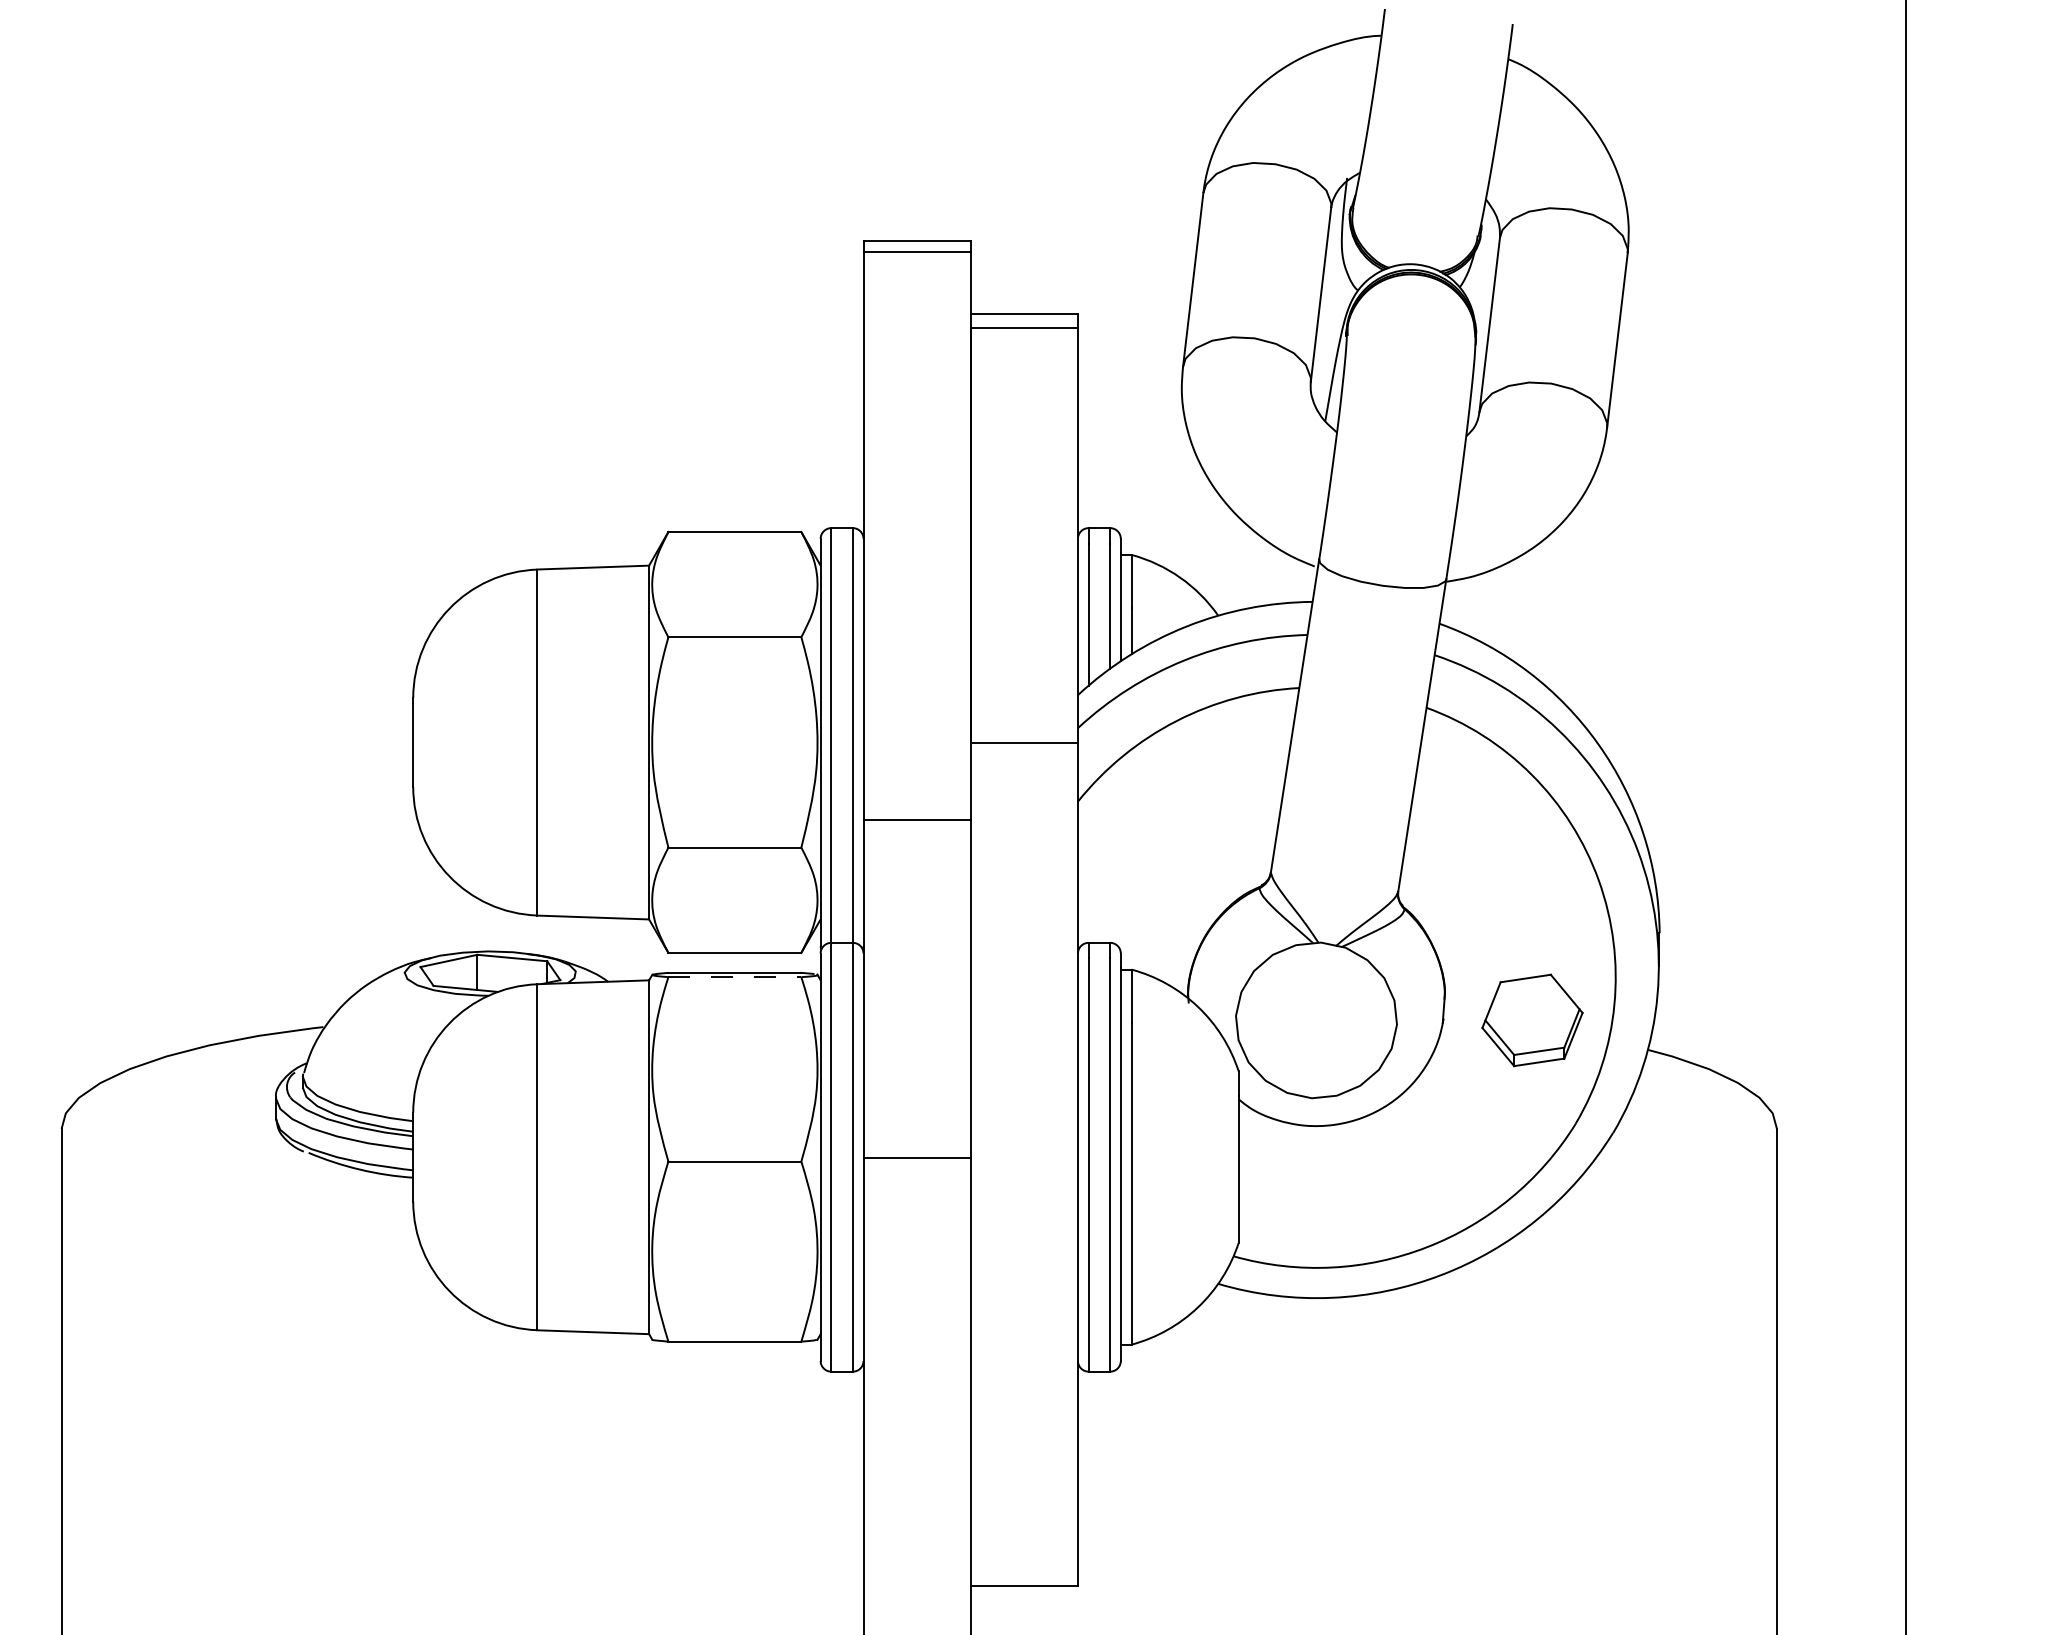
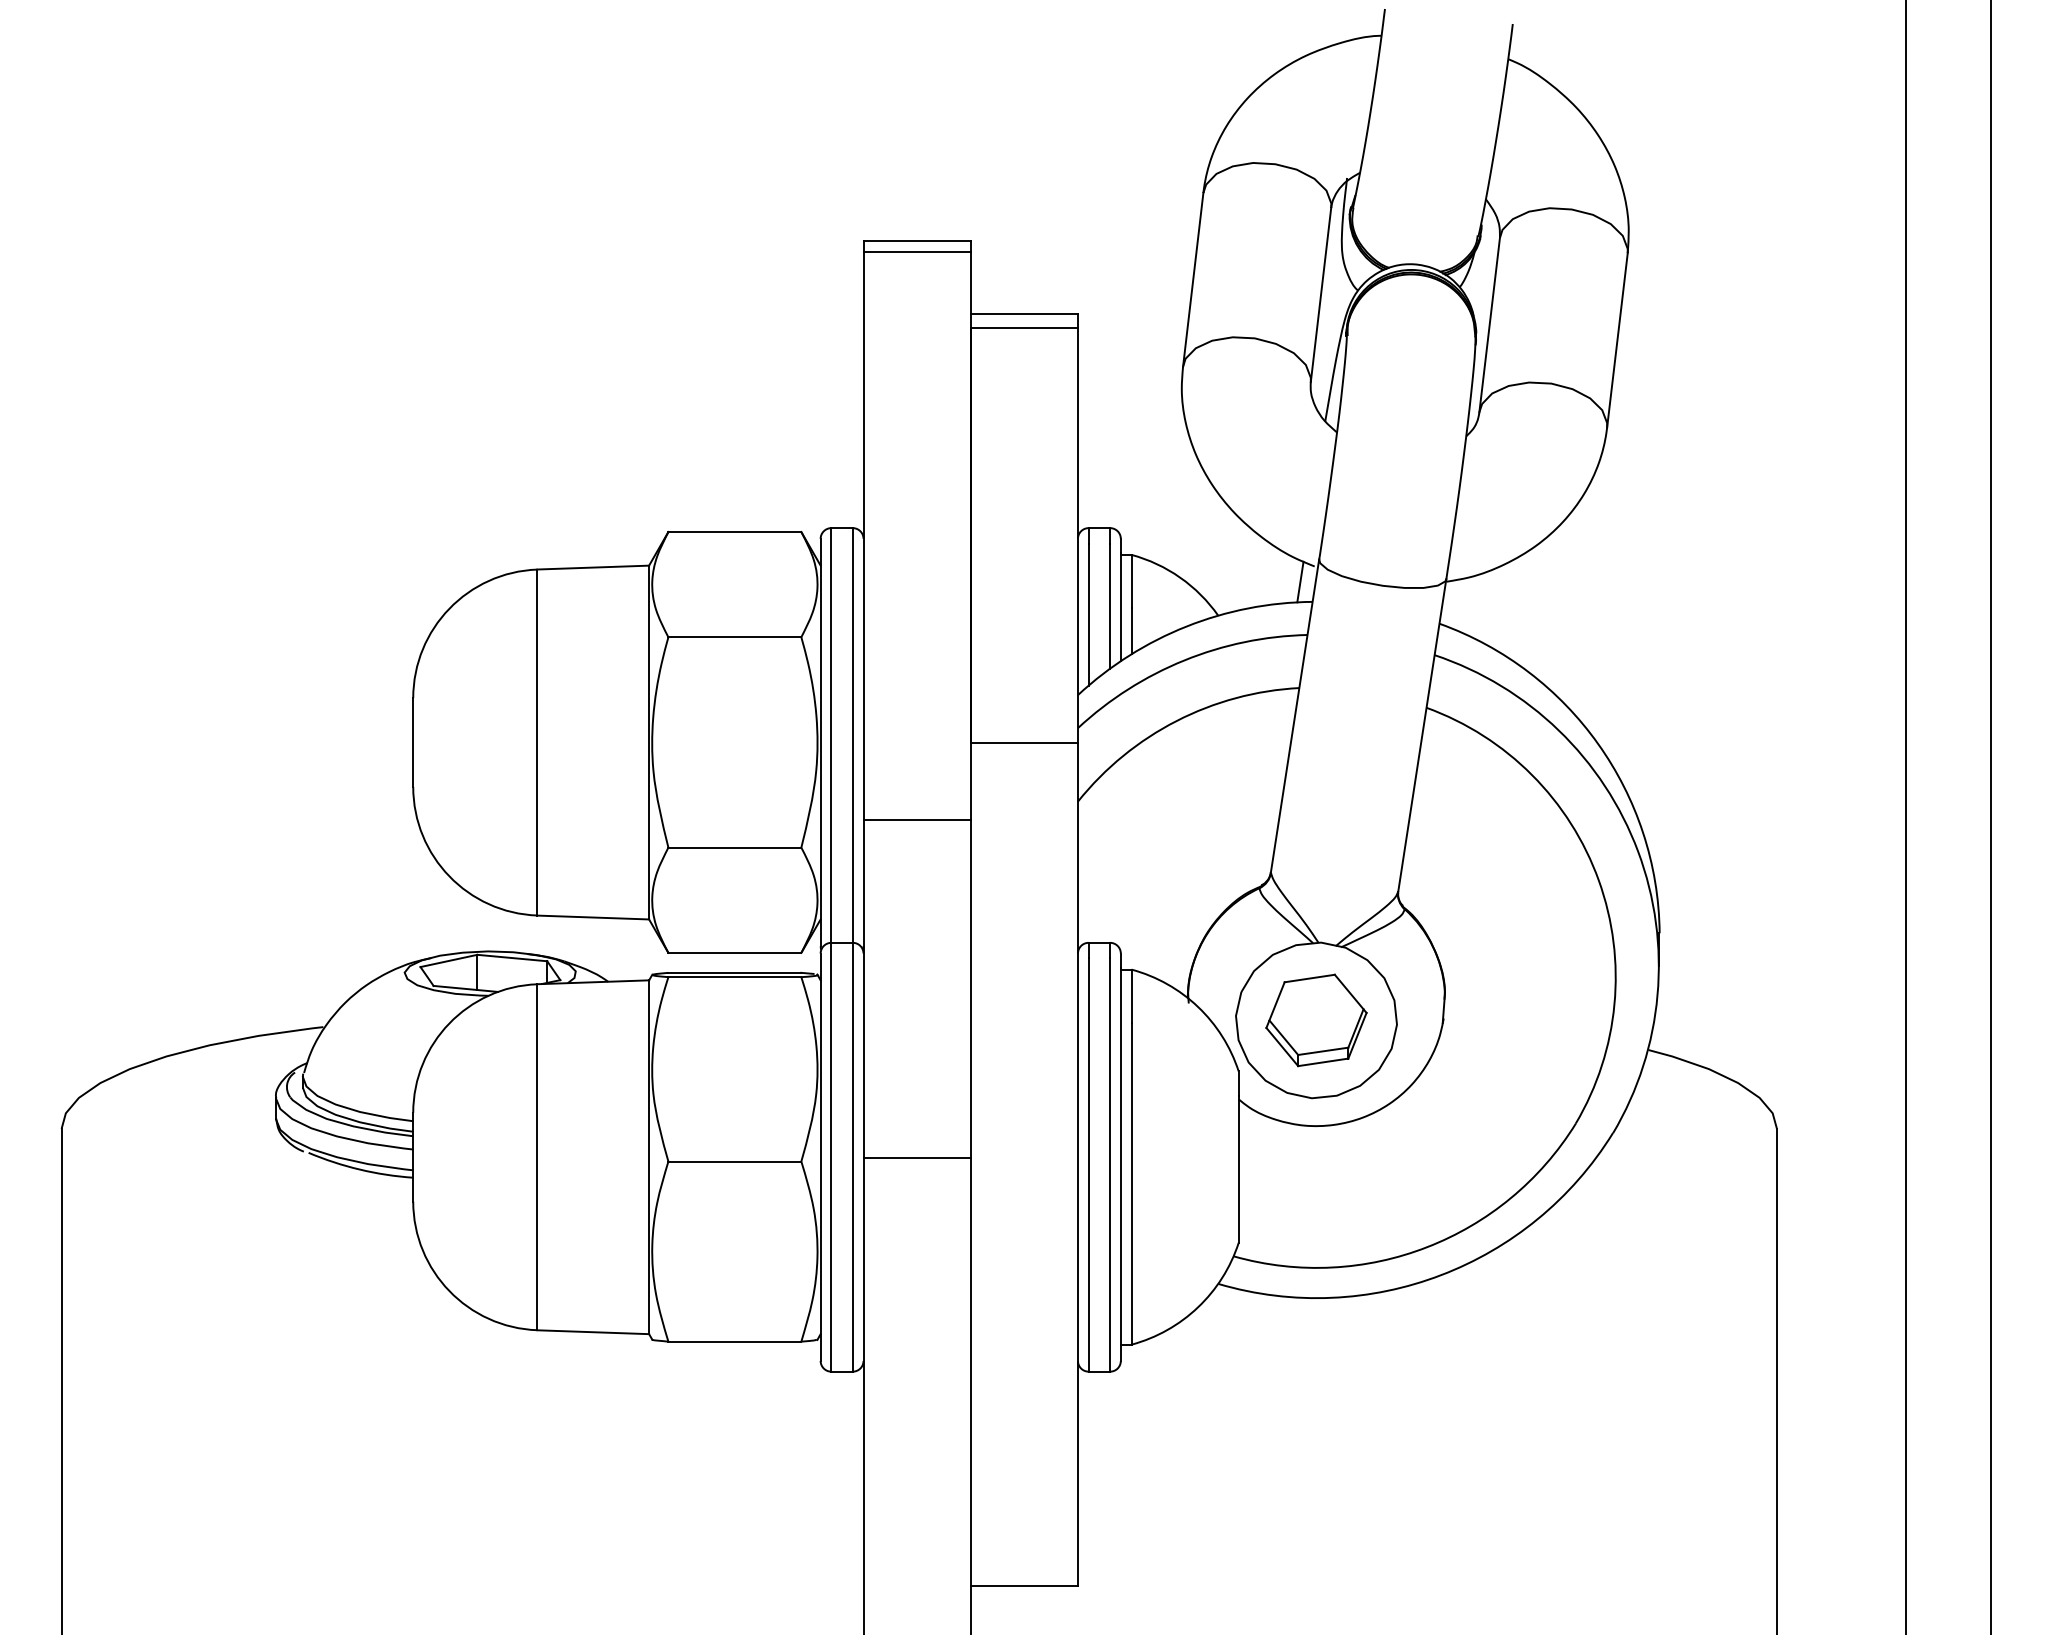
line at (1300, 581): none -> present
line at (1991, 816): none -> present
line at (735, 977): dashed -> solid
part at (1532, 1020) position: (1532, 1020) -> (1316, 1020)
